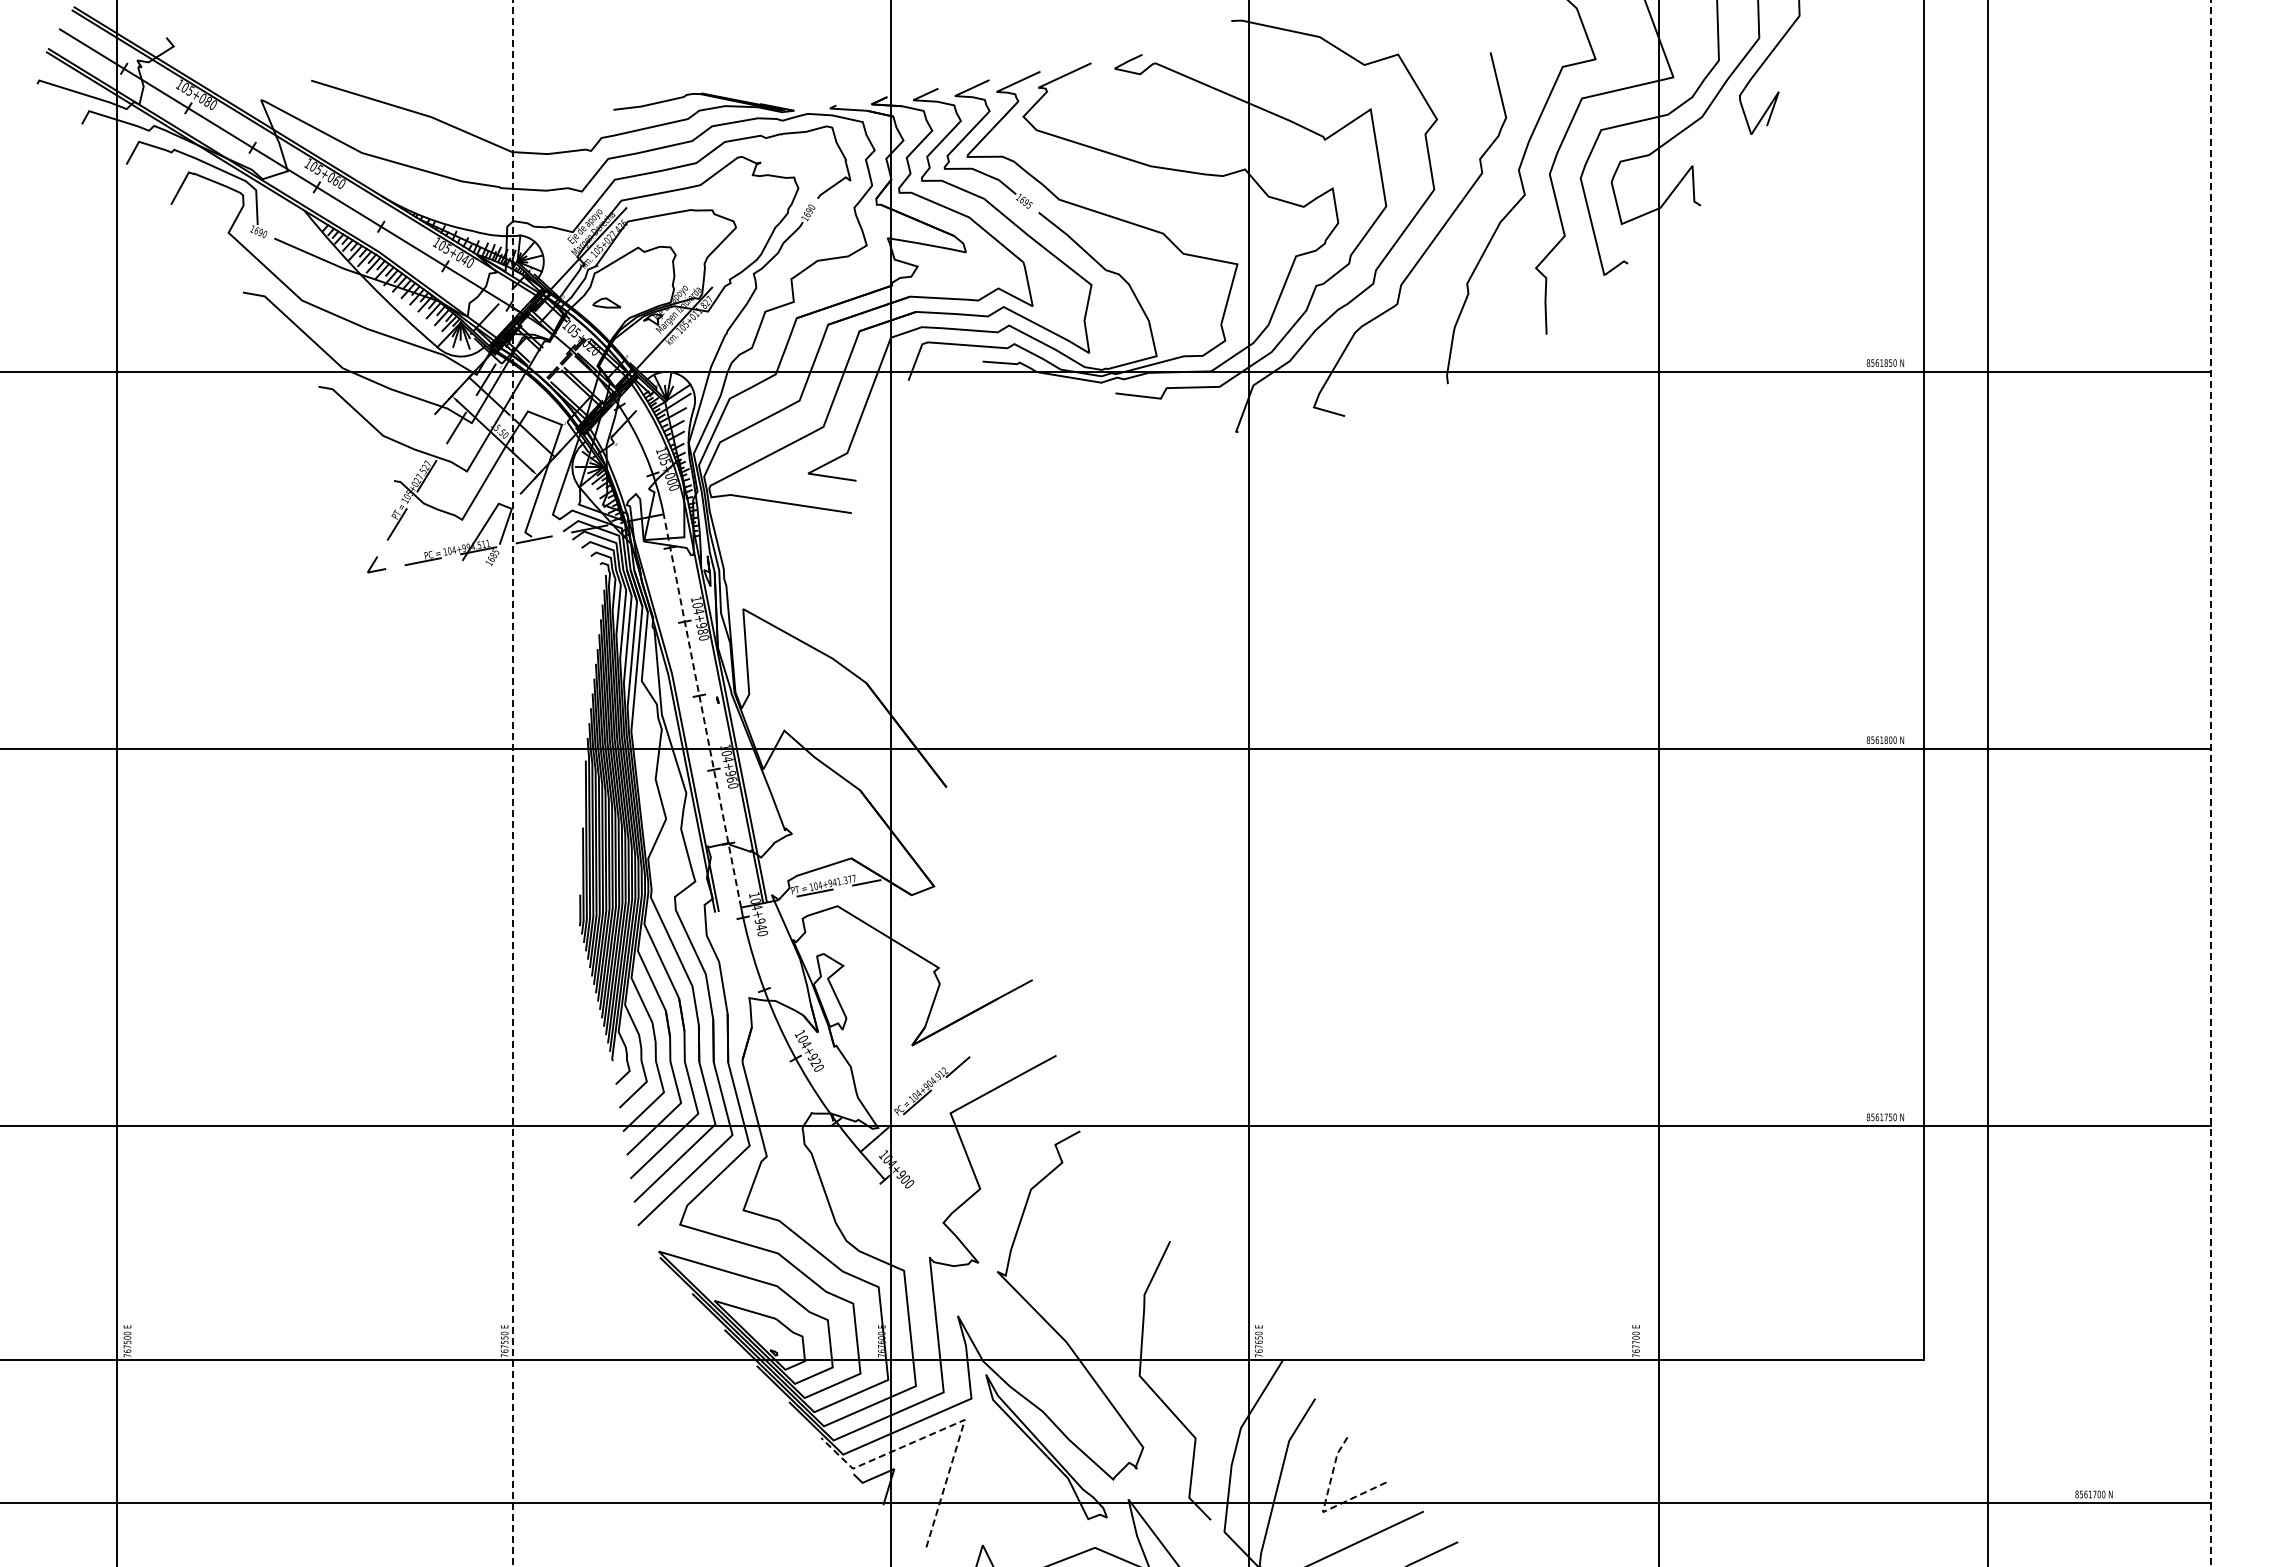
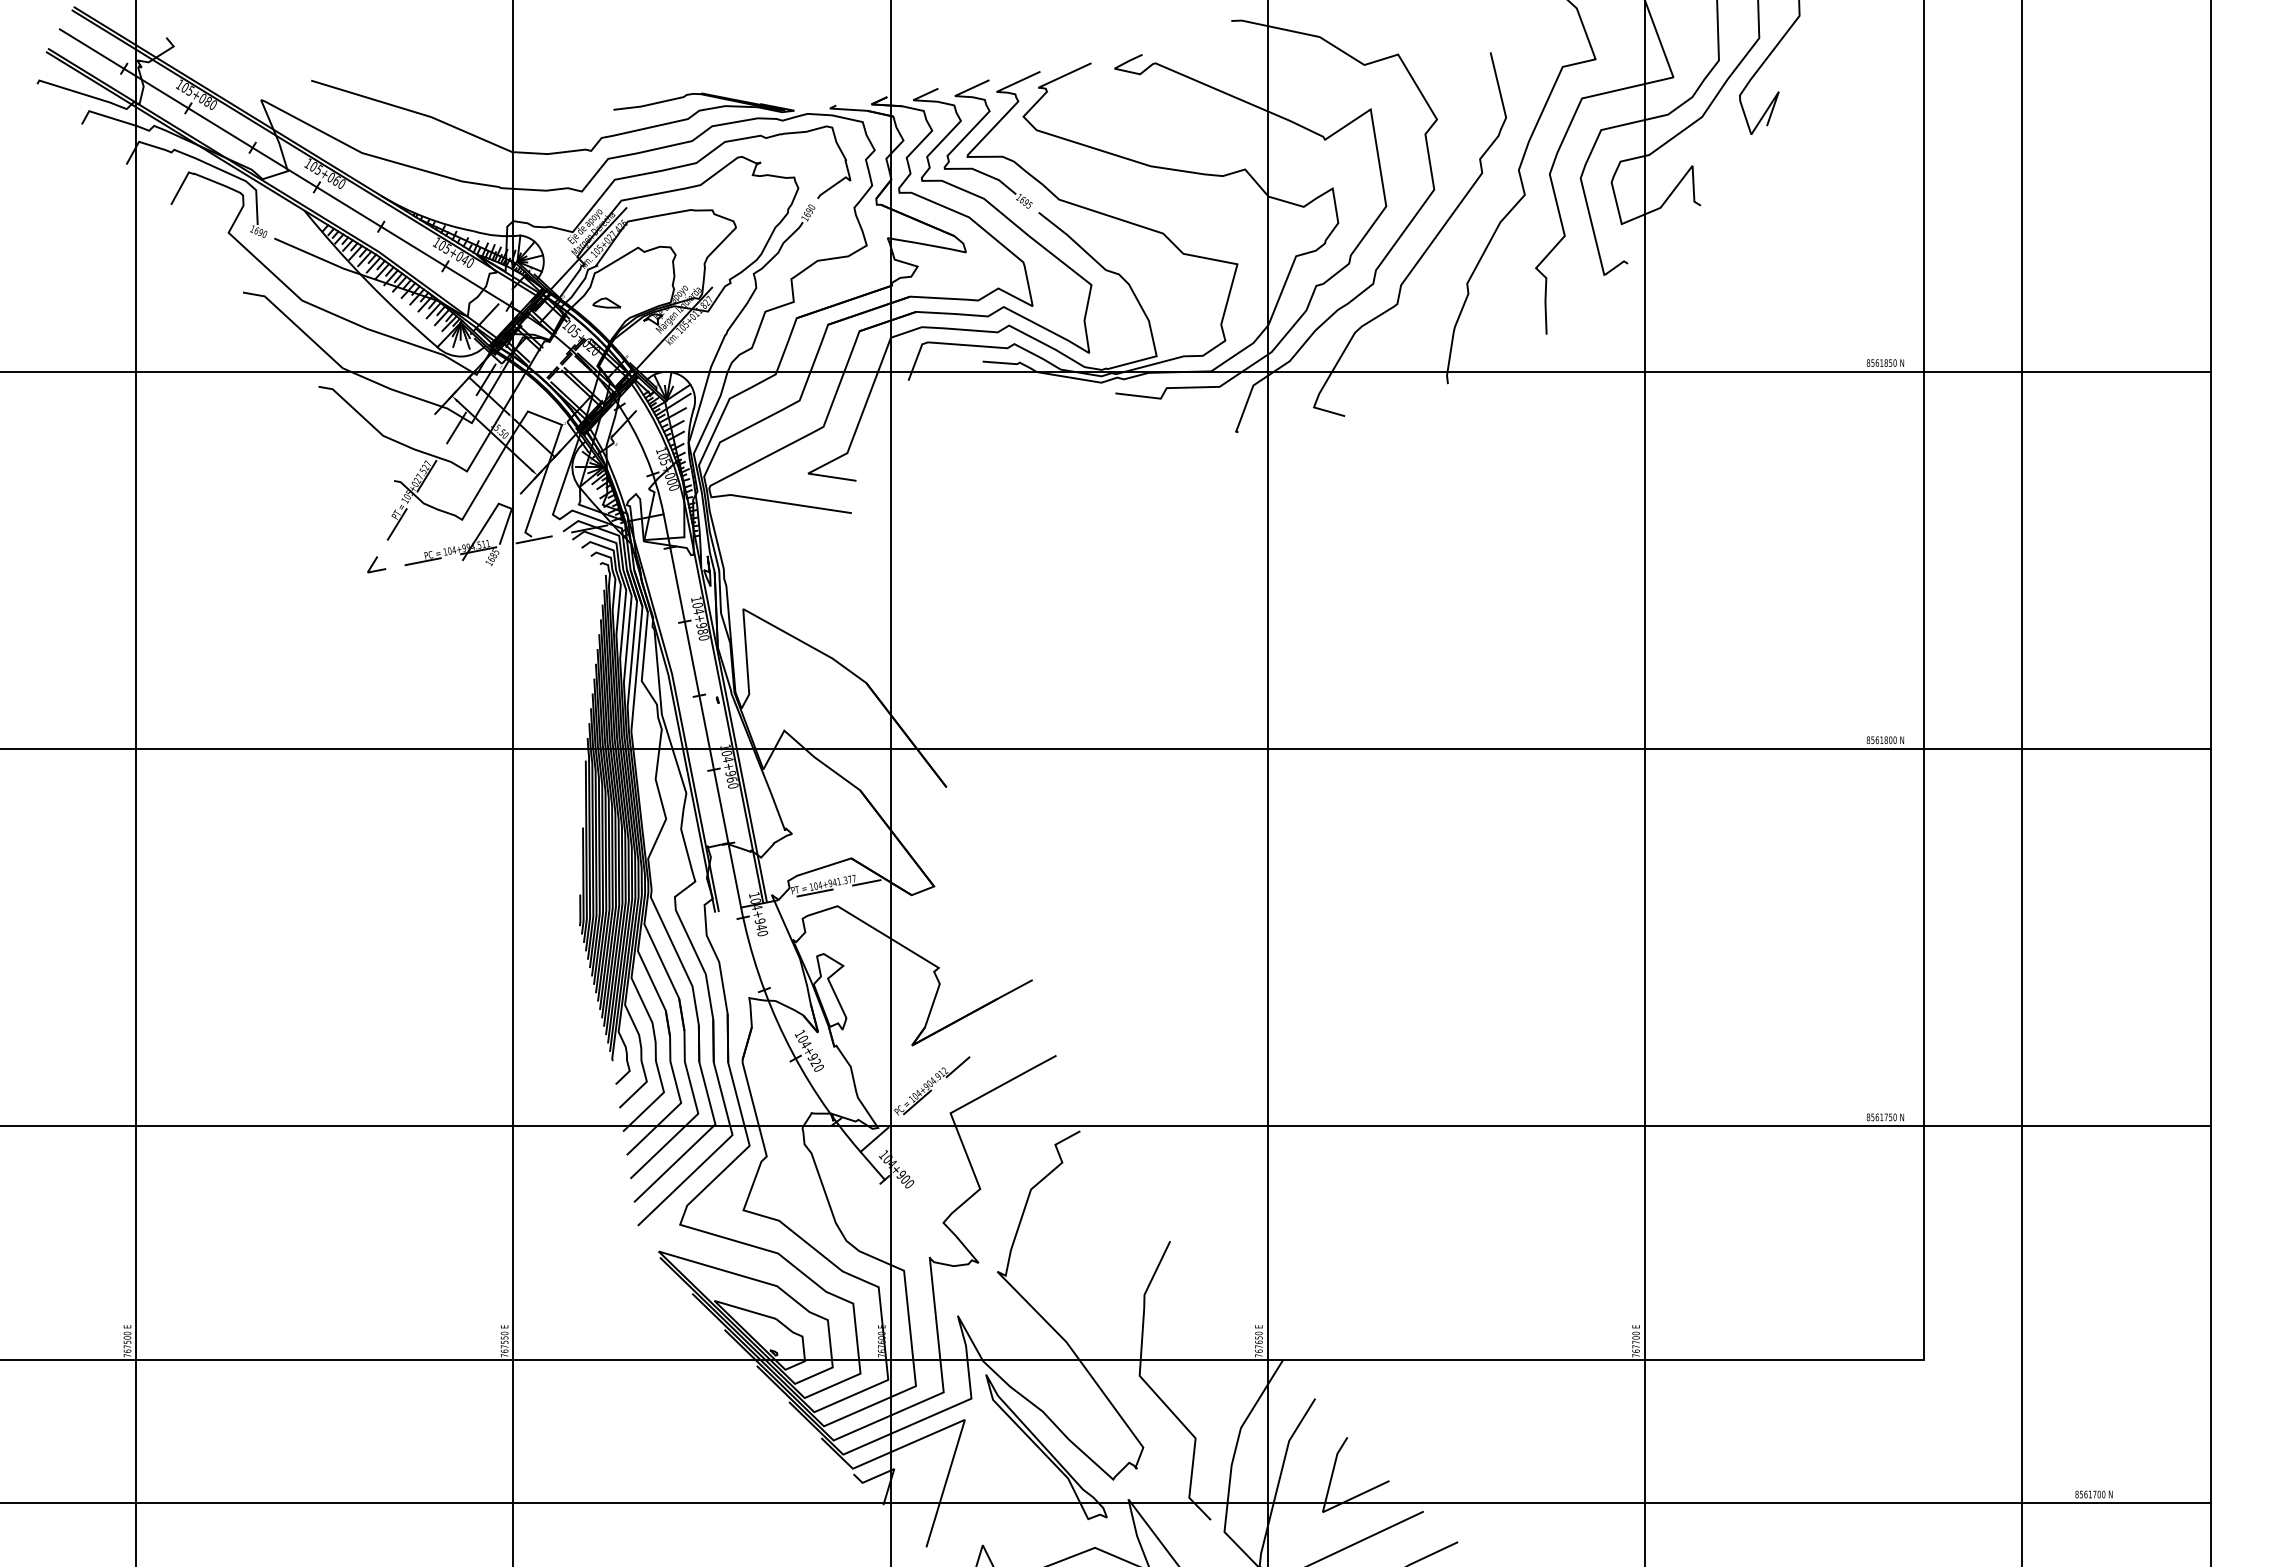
line at (702, 710): dashed -> solid
line at (117, 782) position: (117, 782) -> (136, 782)
line at (1248, 782) position: (1248, 782) -> (1267, 782)
line at (1658, 782) position: (1658, 782) -> (1644, 782)
line at (1988, 782) position: (1988, 782) -> (2022, 782)
line at (513, 783): dashed -> solid
line at (2210, 783): dashed -> solid
line at (949, 1426): dashed -> solid
line at (1323, 1509): dashed -> solid
